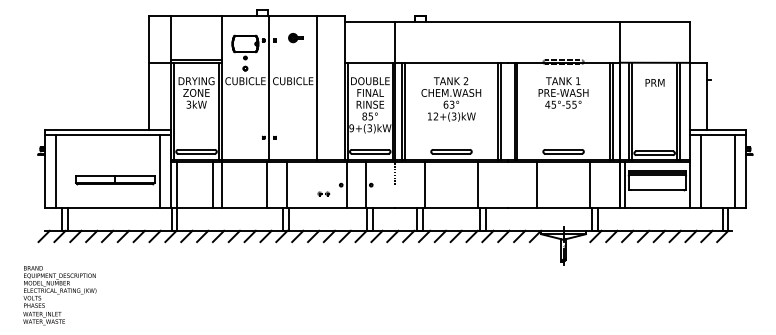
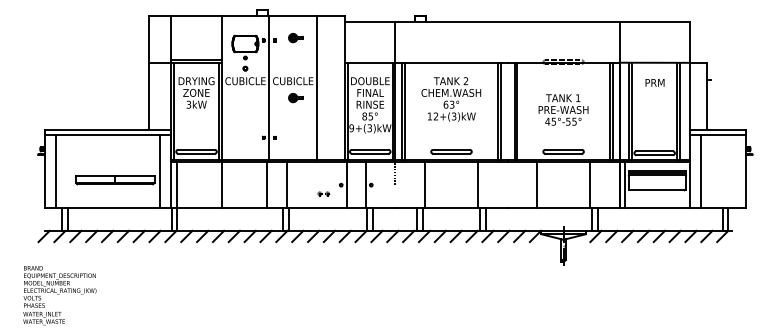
text at (563, 92) position: (563, 92) -> (563, 109)
part at (295, 98): none -> present
line at (734, 171): present -> none
line at (213, 184): present -> none
